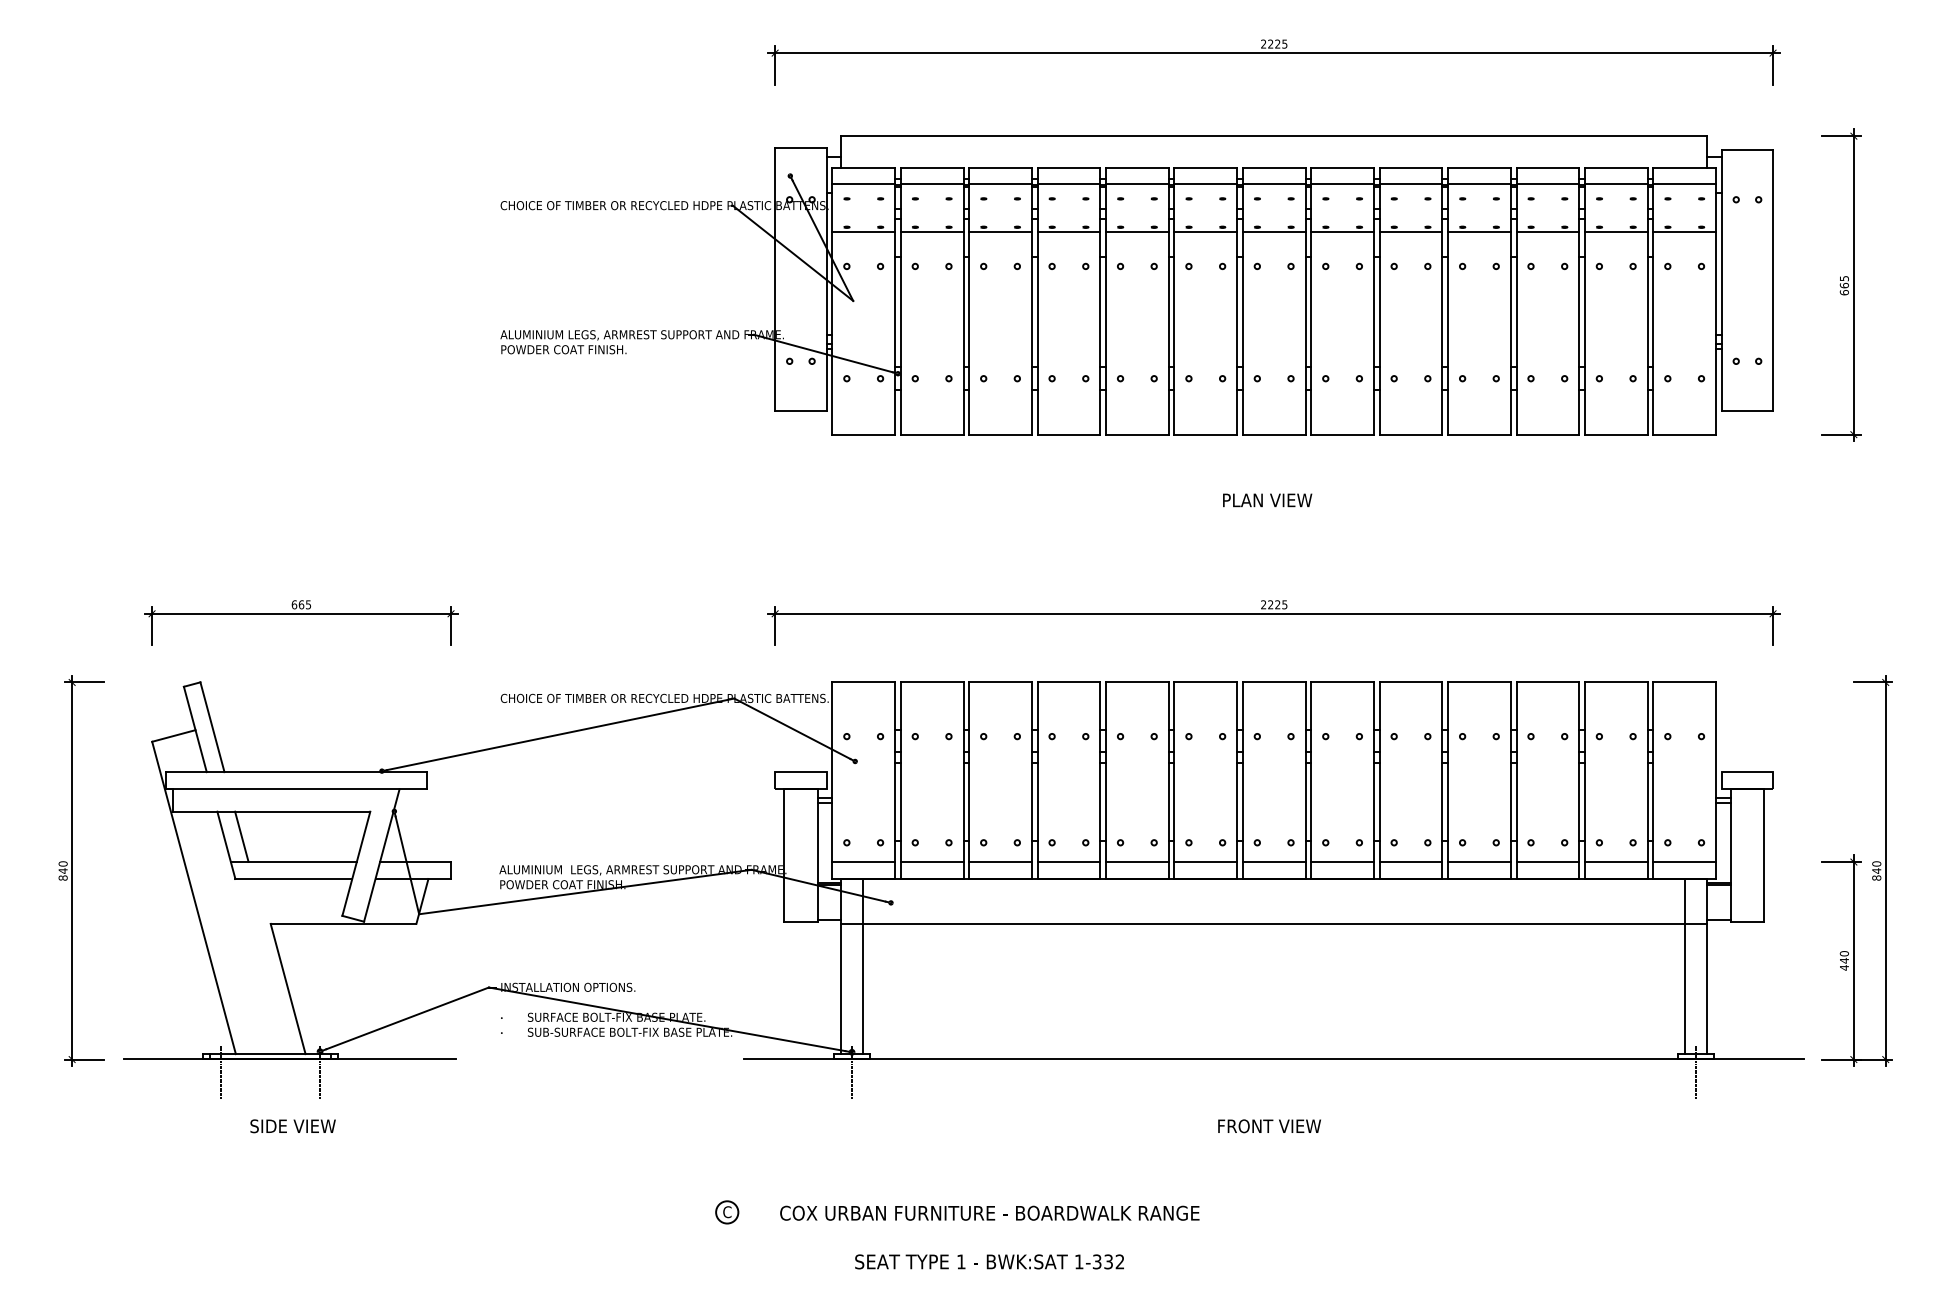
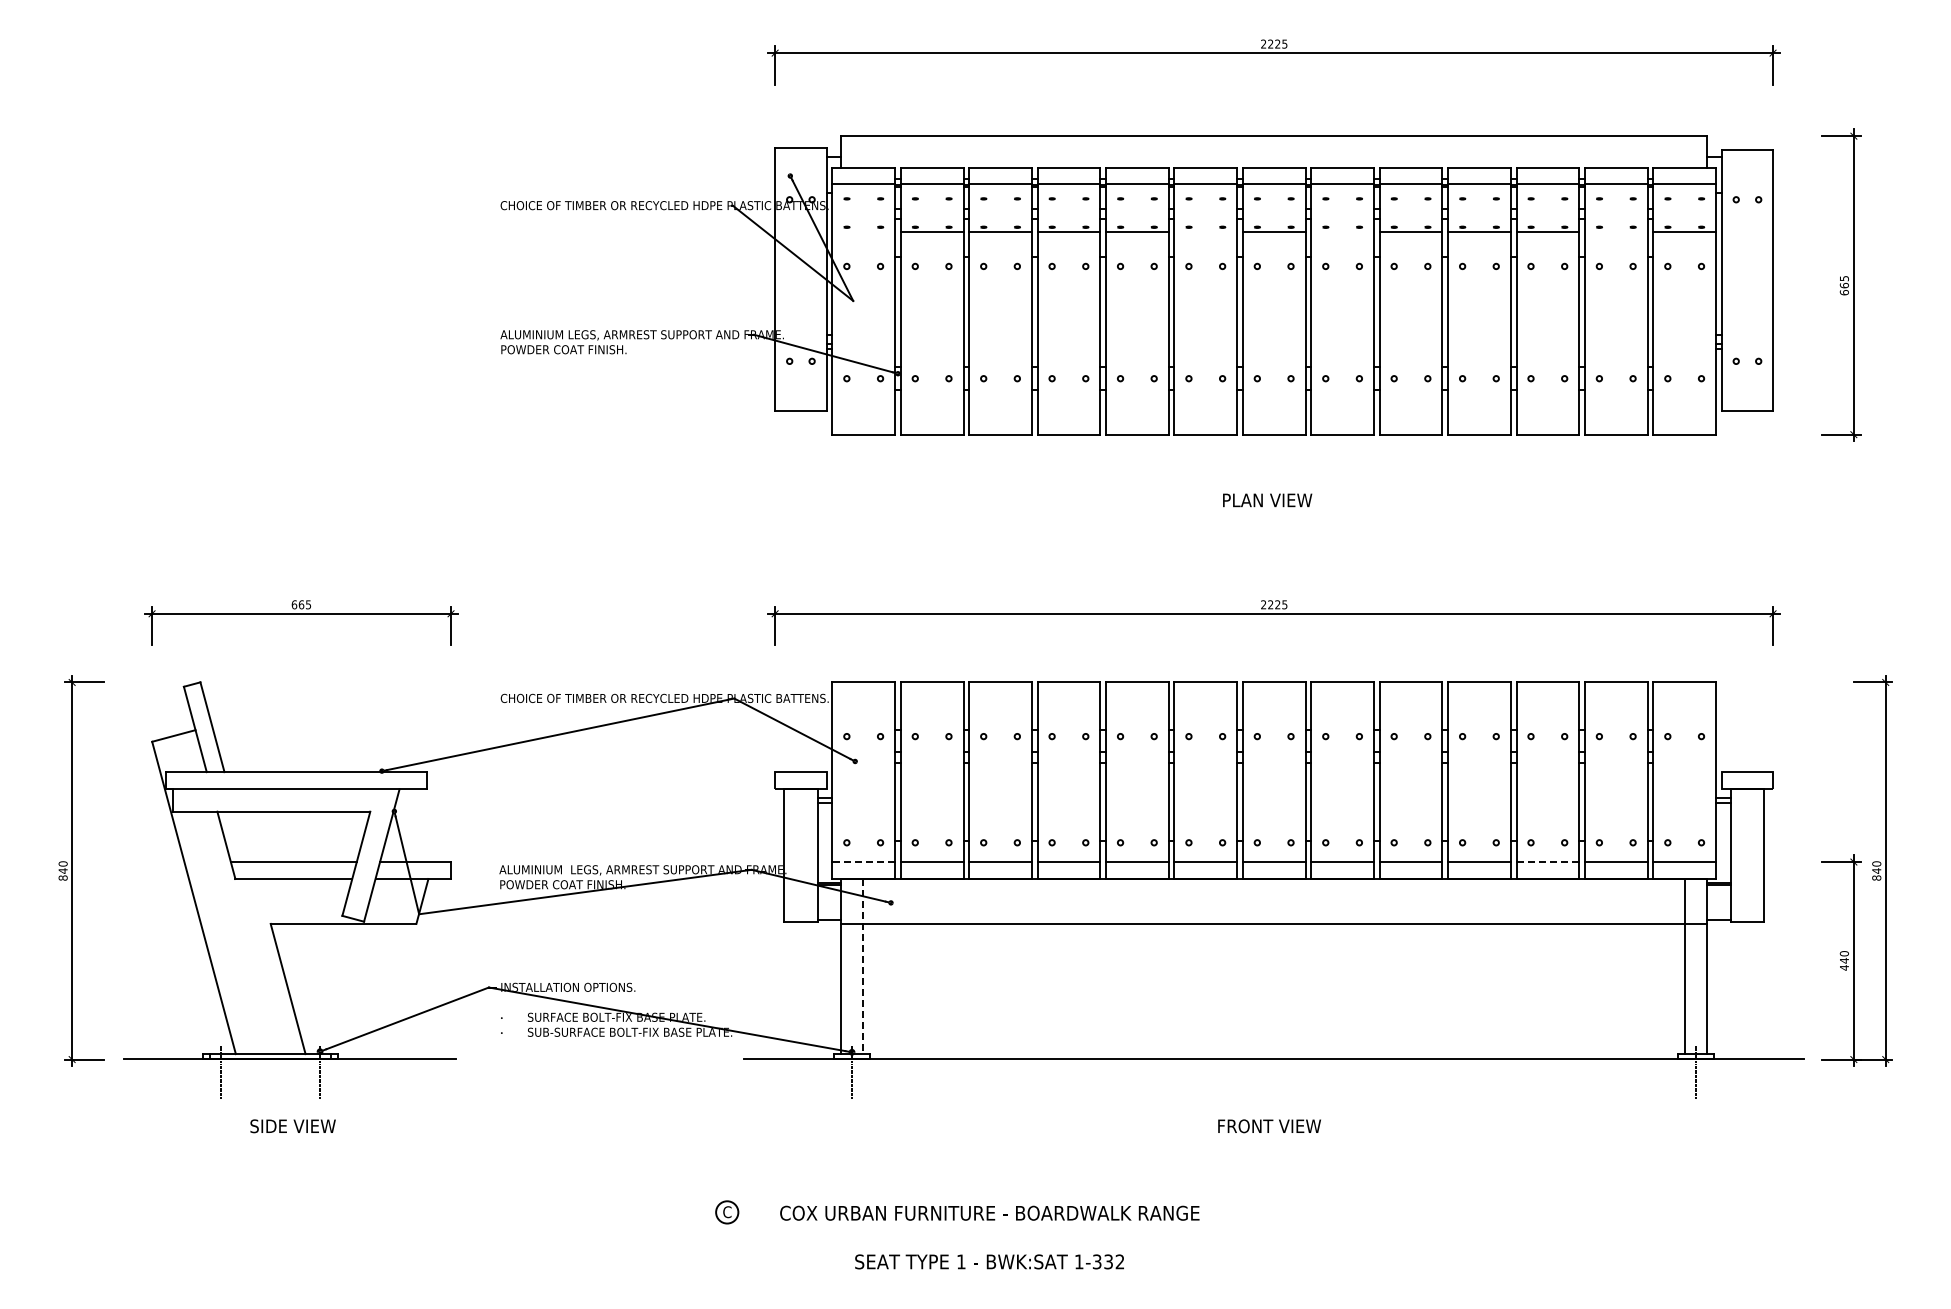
line at (863, 232): present -> none
line at (1205, 232): present -> none
line at (1342, 232): present -> none
line at (1615, 232): present -> none
line at (241, 836): present -> none
line at (863, 861): solid -> dashed
line at (1547, 861): solid -> dashed
line at (863, 966): solid -> dashed
